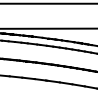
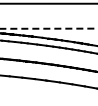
line at (48, 28): solid -> dashed
